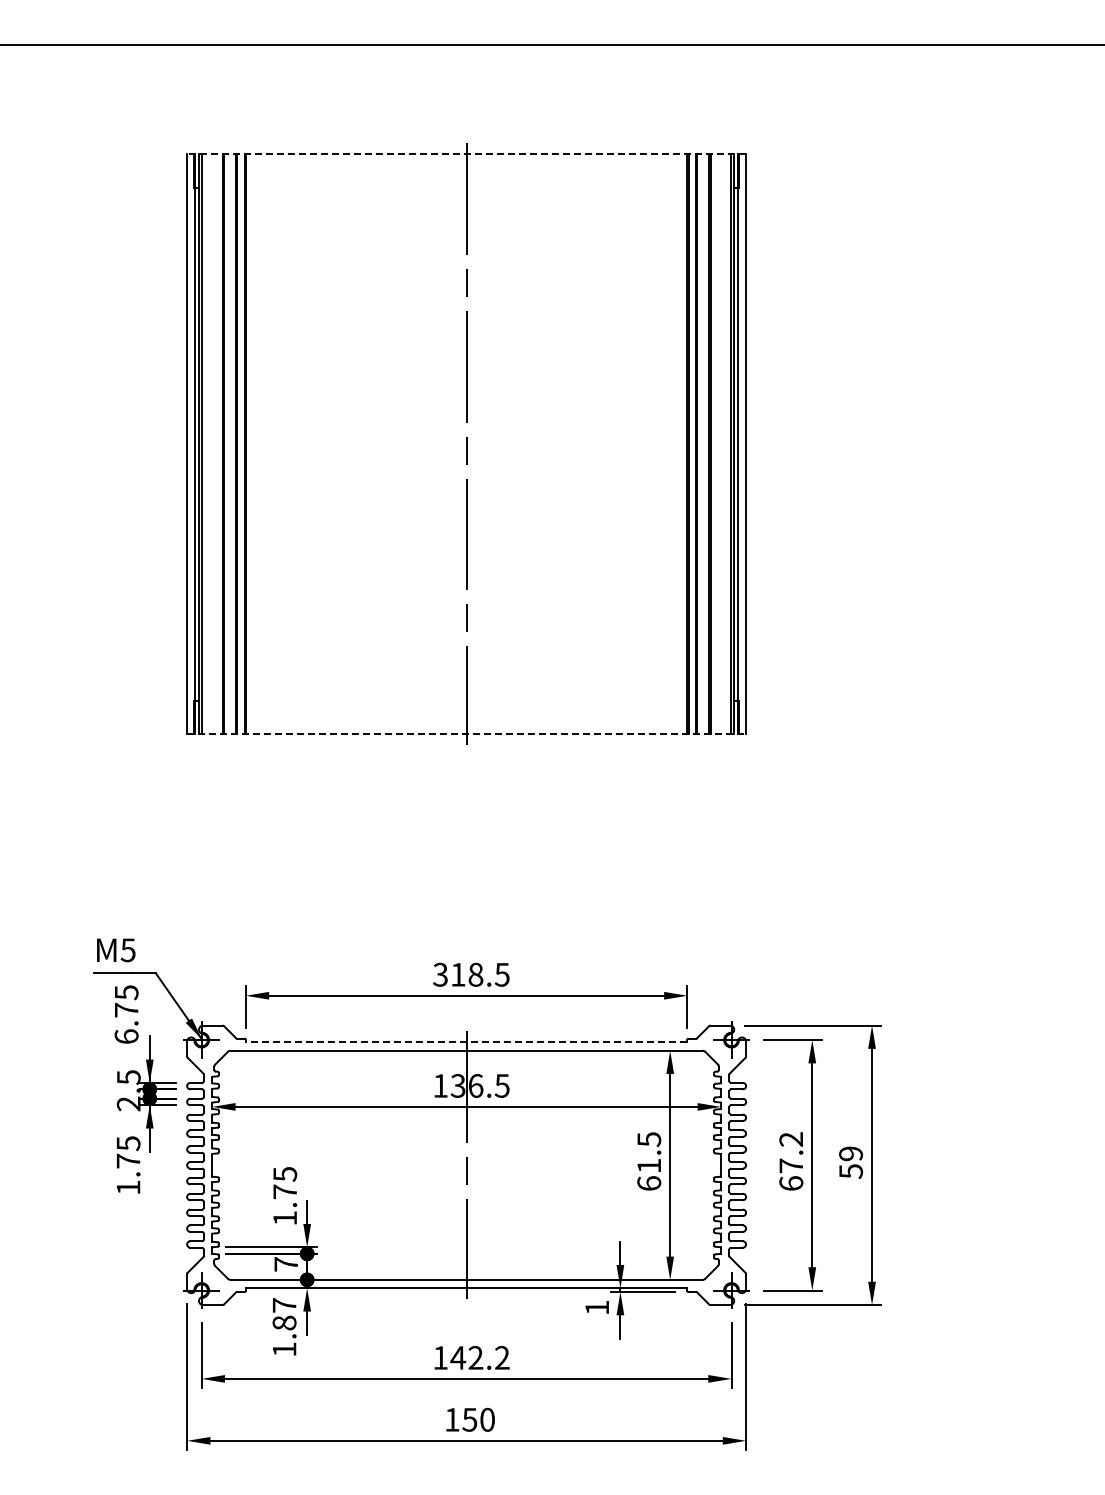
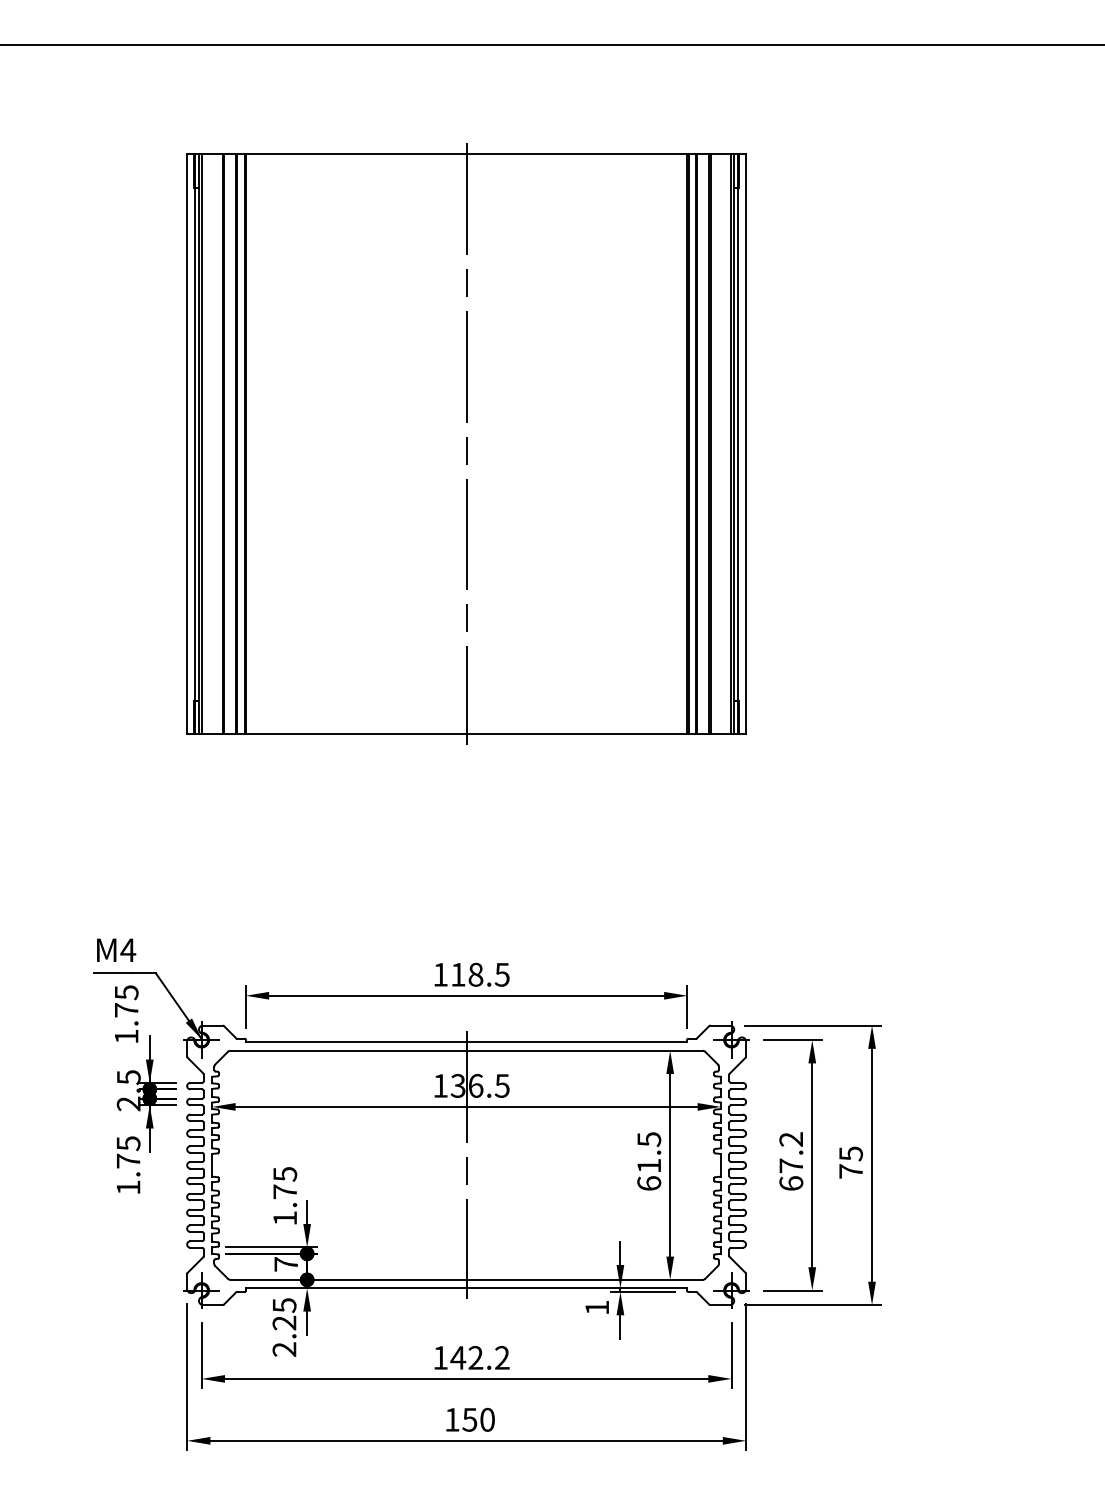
line at (466, 154): dashed -> solid
line at (467, 734): dashed -> solid
text at (128, 950): M5 -> M4
text at (440, 974): 318.5 -> 118.5
text at (126, 1036): 6.75 -> 1.75
line at (466, 1042): dashed -> solid
text at (851, 1162): 59 -> 75
text at (284, 1327): 1.87 -> 2.25
